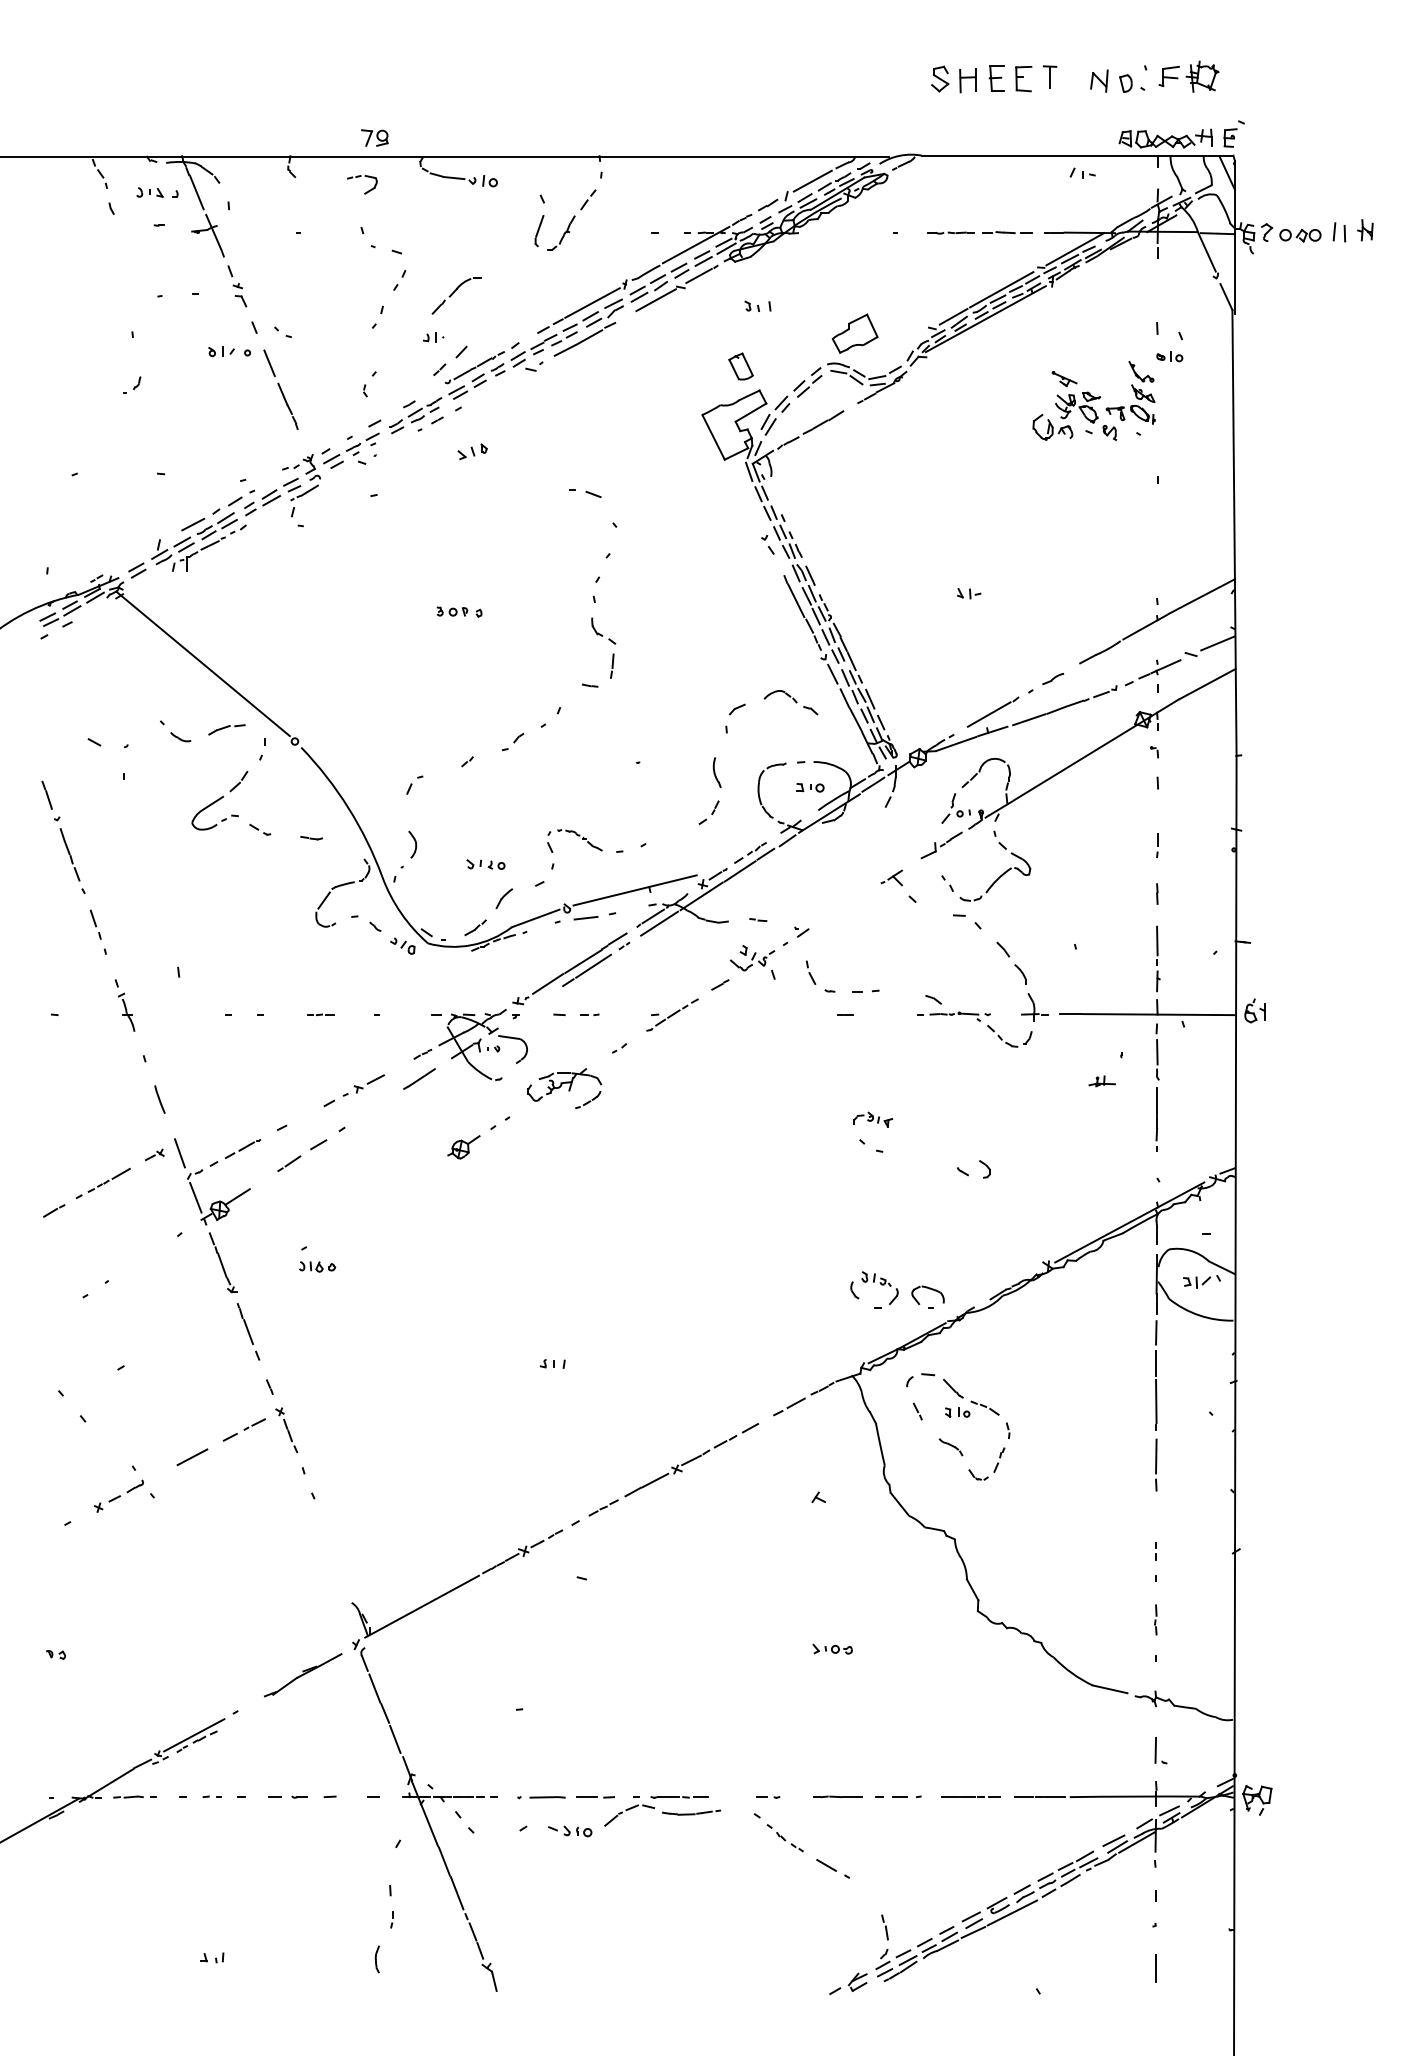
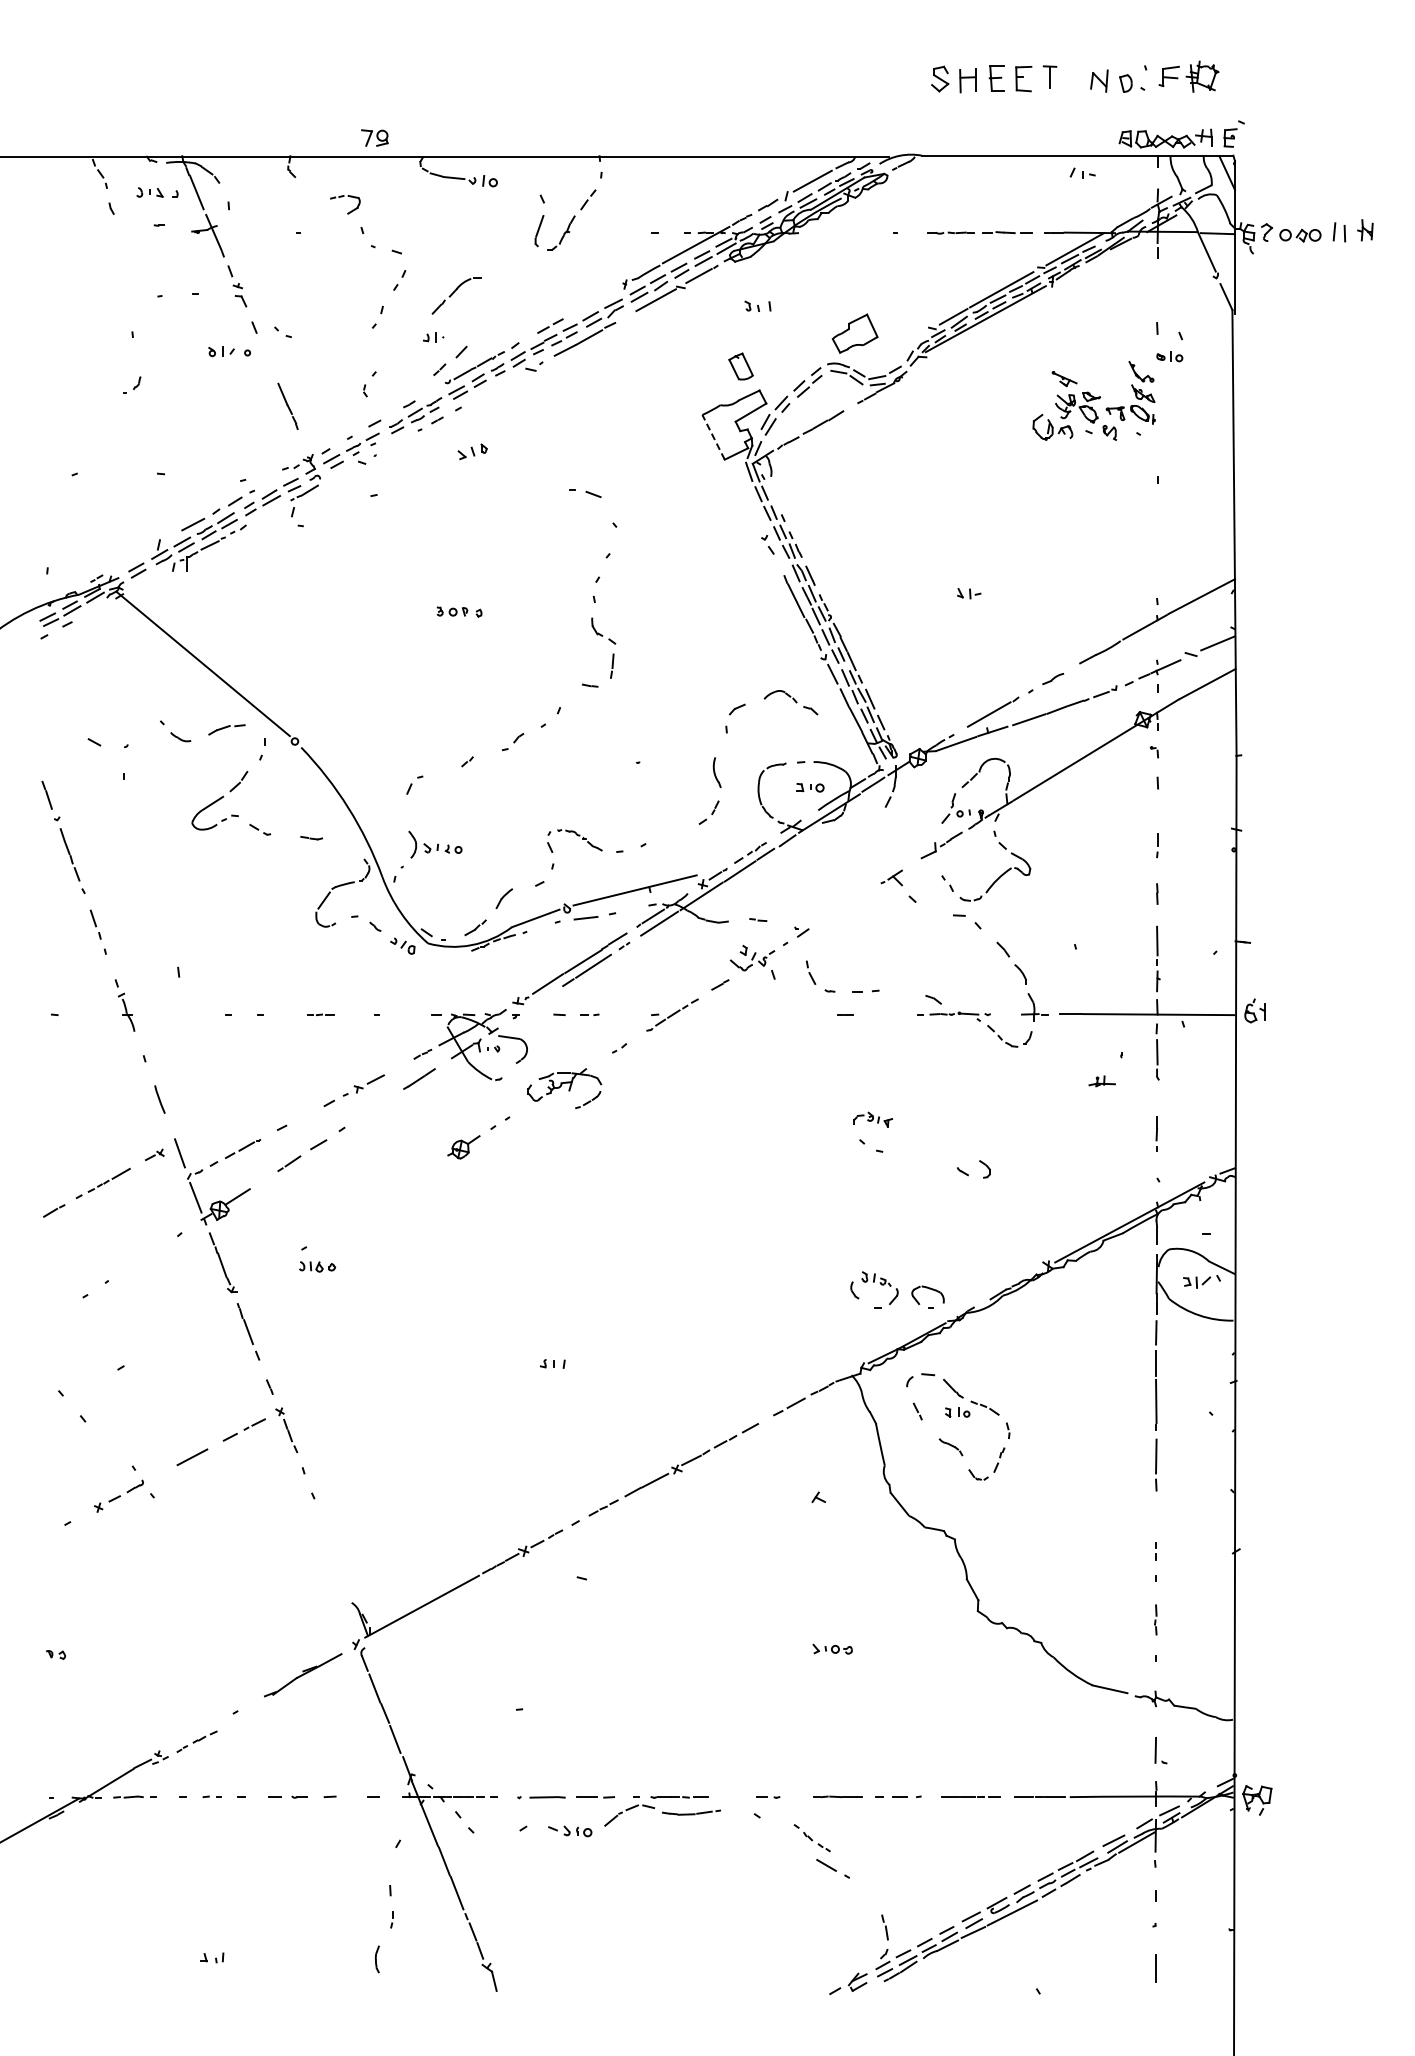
part at (359, 177) position: (359, 177) -> (342, 197)
line at (592, 302): present -> none
line at (269, 363): present -> none
line at (713, 437): solid -> dashed
part at (485, 864) position: (485, 864) -> (442, 848)
line at (1157, 1101): present -> none
line at (194, 1735): present -> none
part at (784, 1838) position: (784, 1838) -> (811, 1838)
